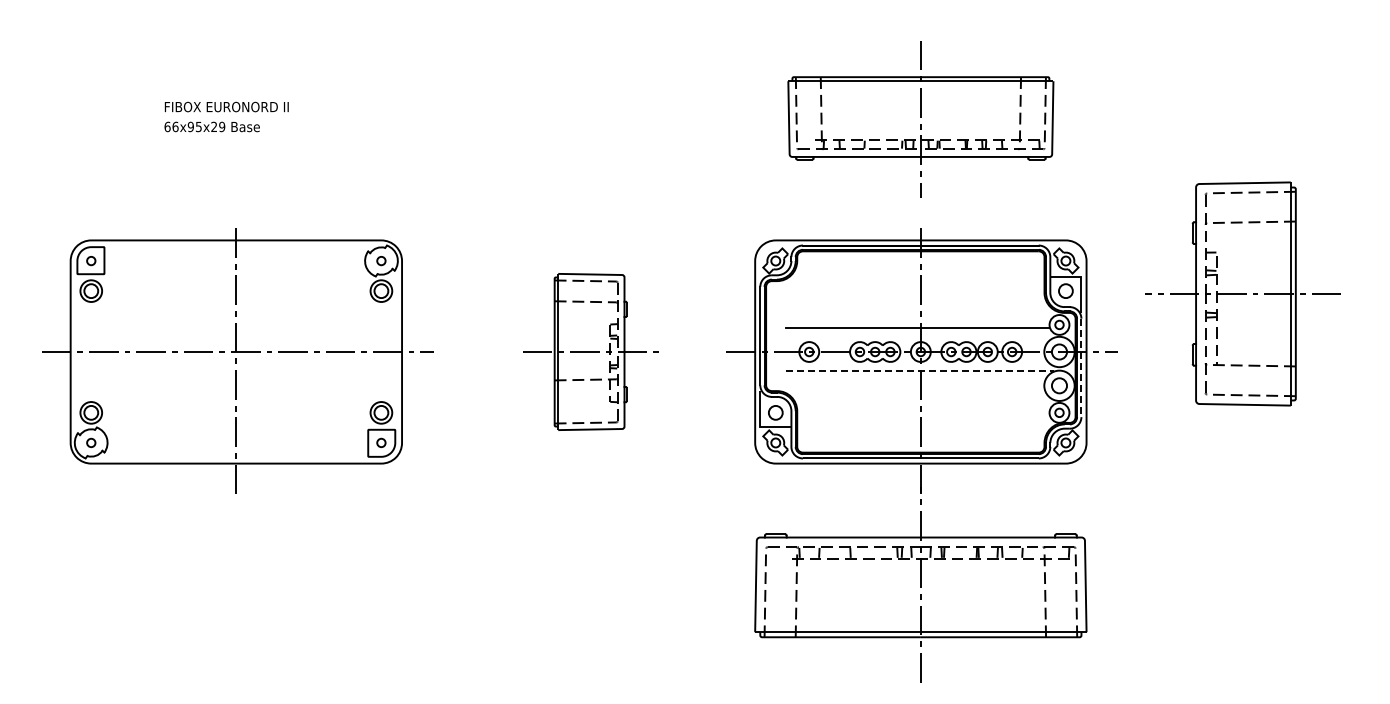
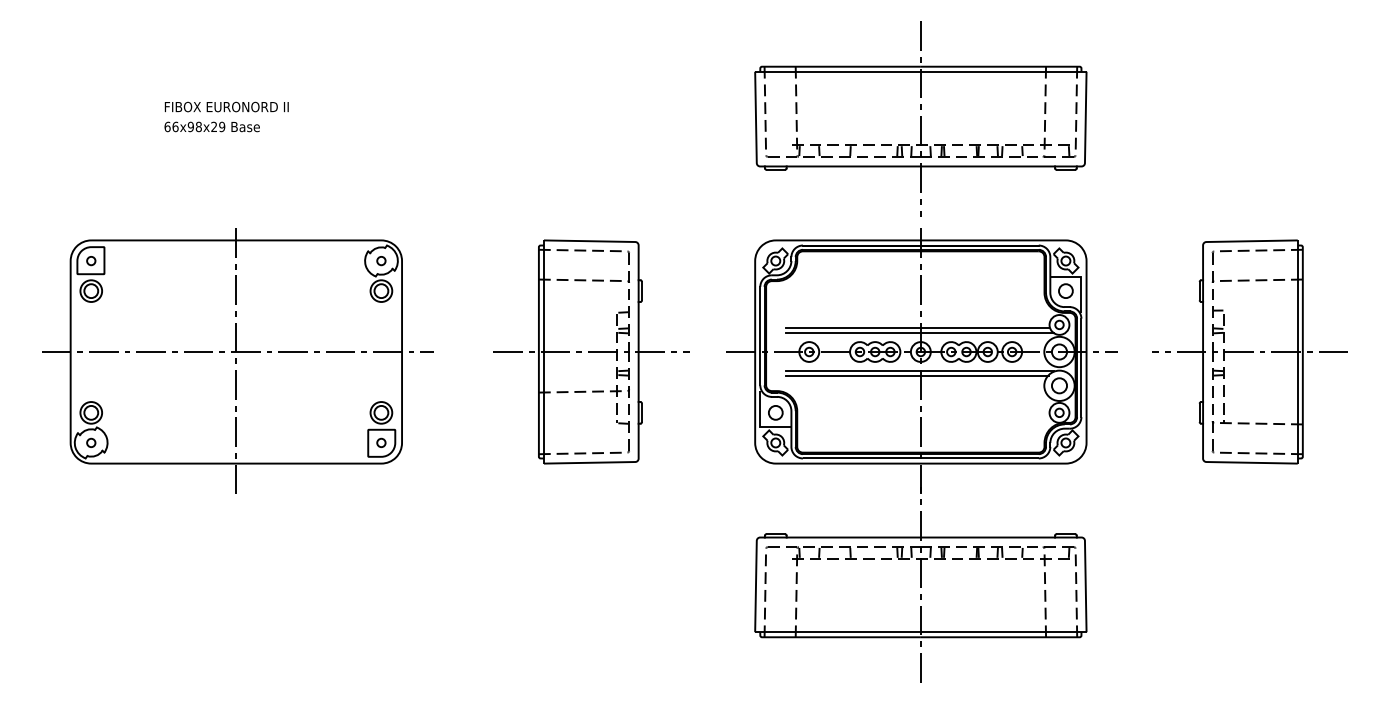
part at (920, 119) size: 268x157 px -> 334x196 px
text at (198, 126): 66x95x29 -> 66x98x29
part at (1242, 293) position: (1242, 293) -> (1249, 351)
line at (919, 333): none -> present
part at (590, 351) size: 136x158 px -> 197x226 px
line at (1081, 368): dashed -> solid
line at (920, 370): dashed -> solid
line at (916, 375): none -> present
